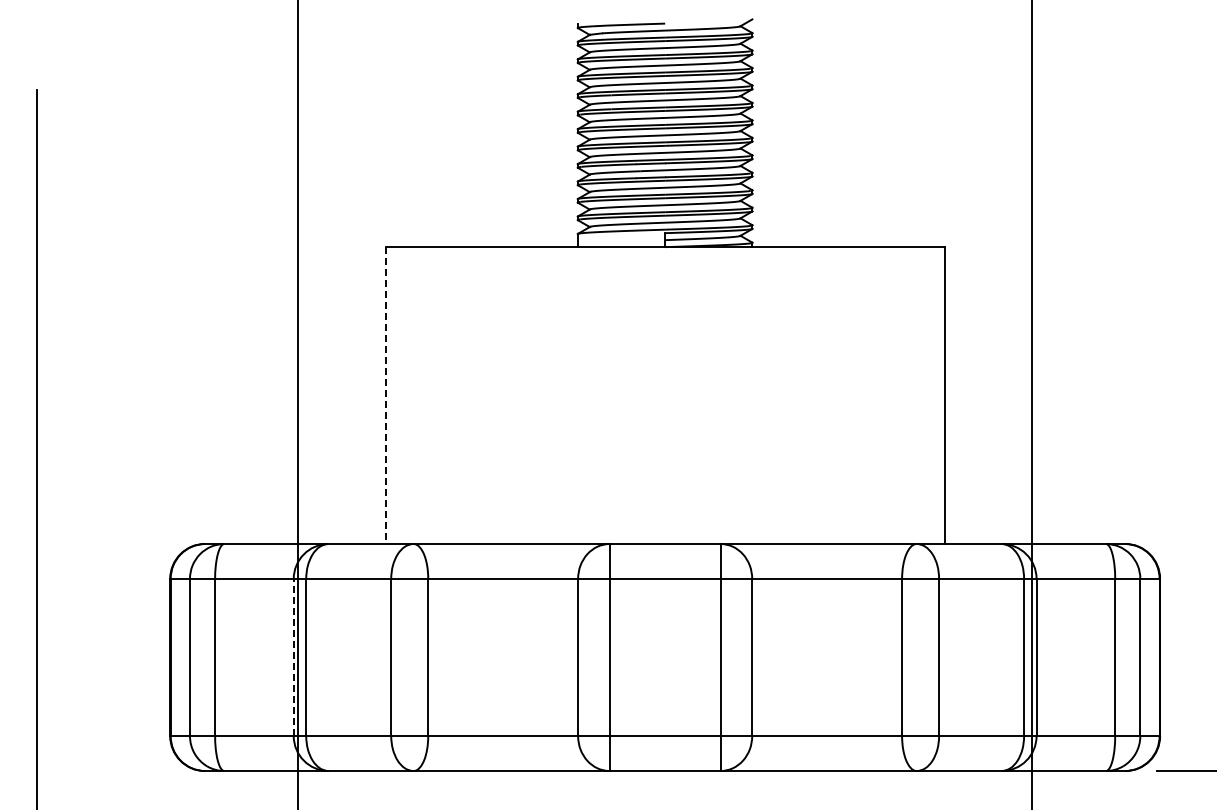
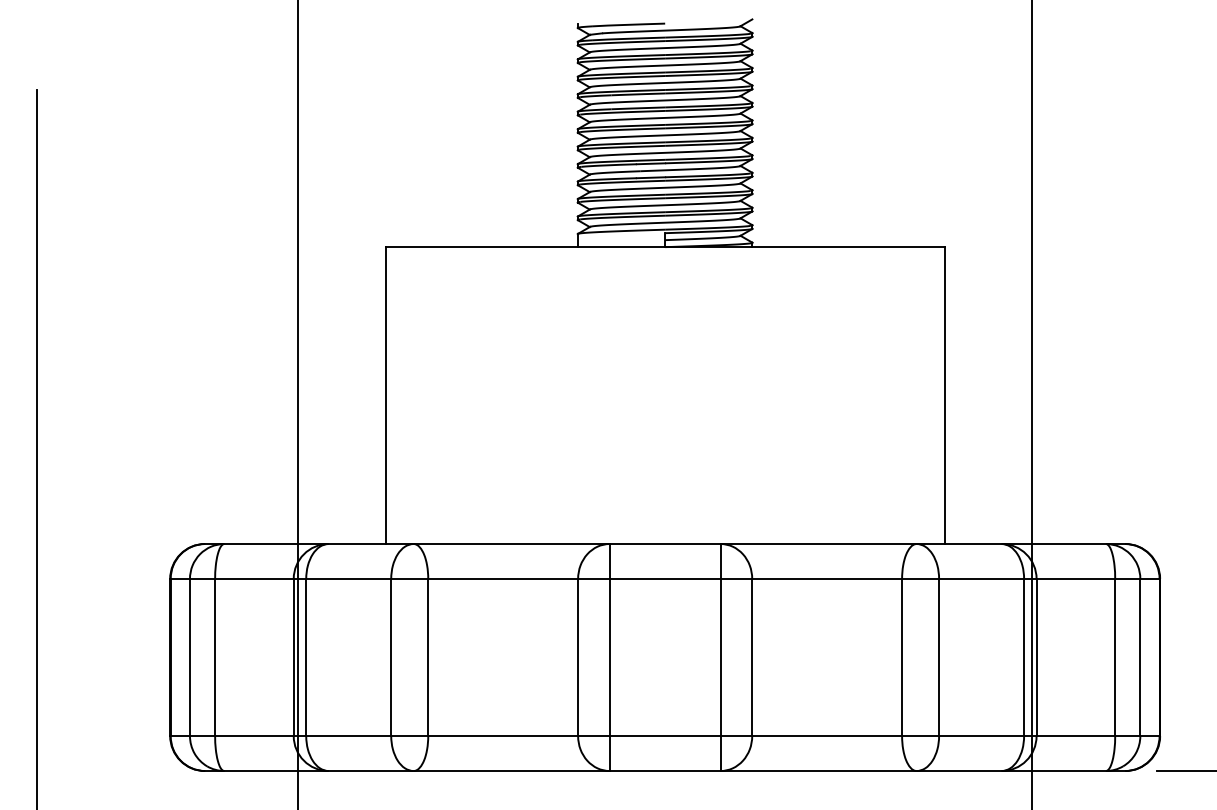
line at (385, 396): dashed -> solid
line at (293, 657): dashed -> solid
